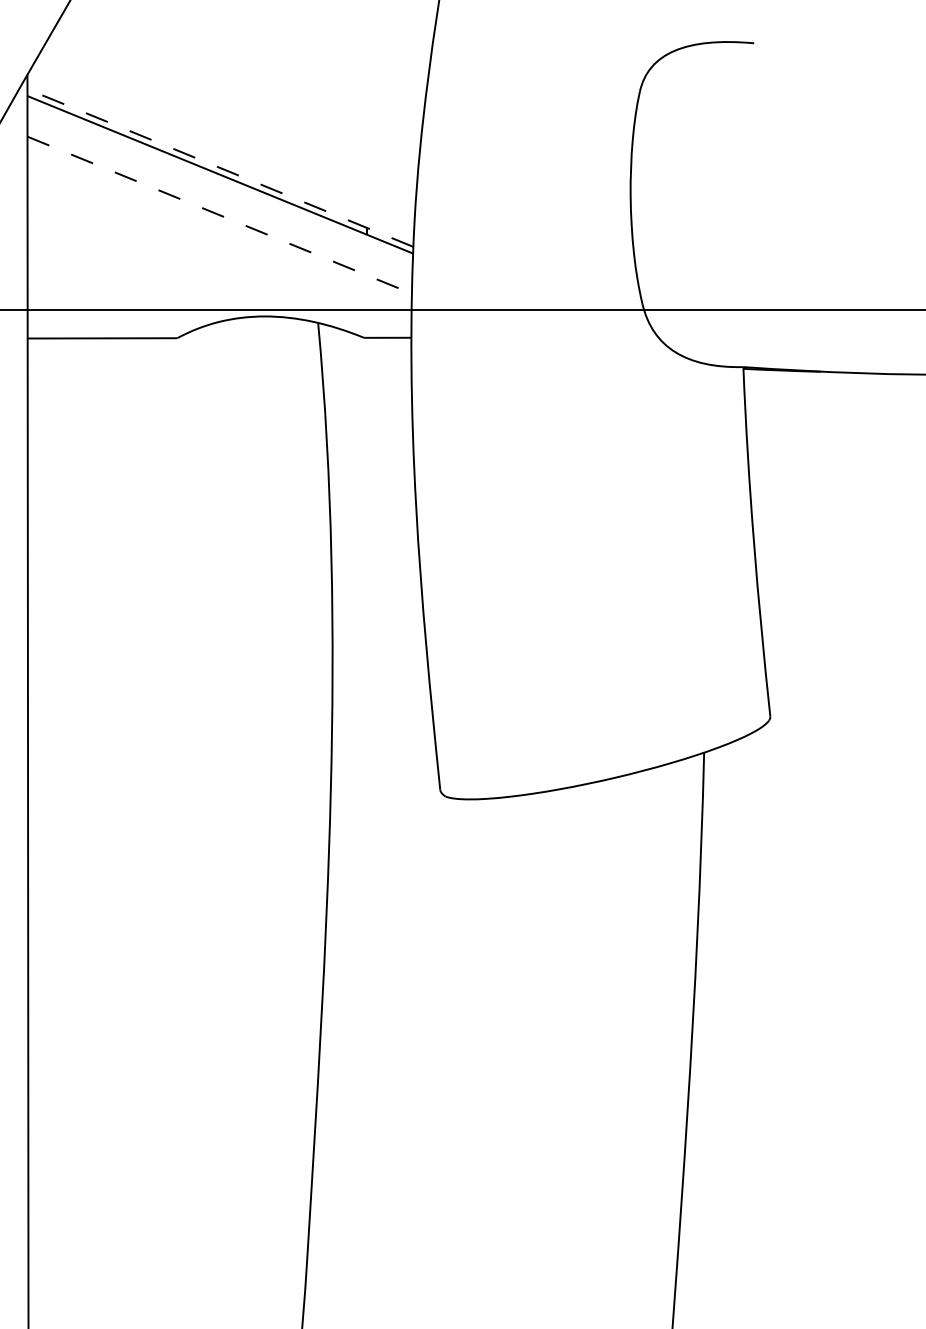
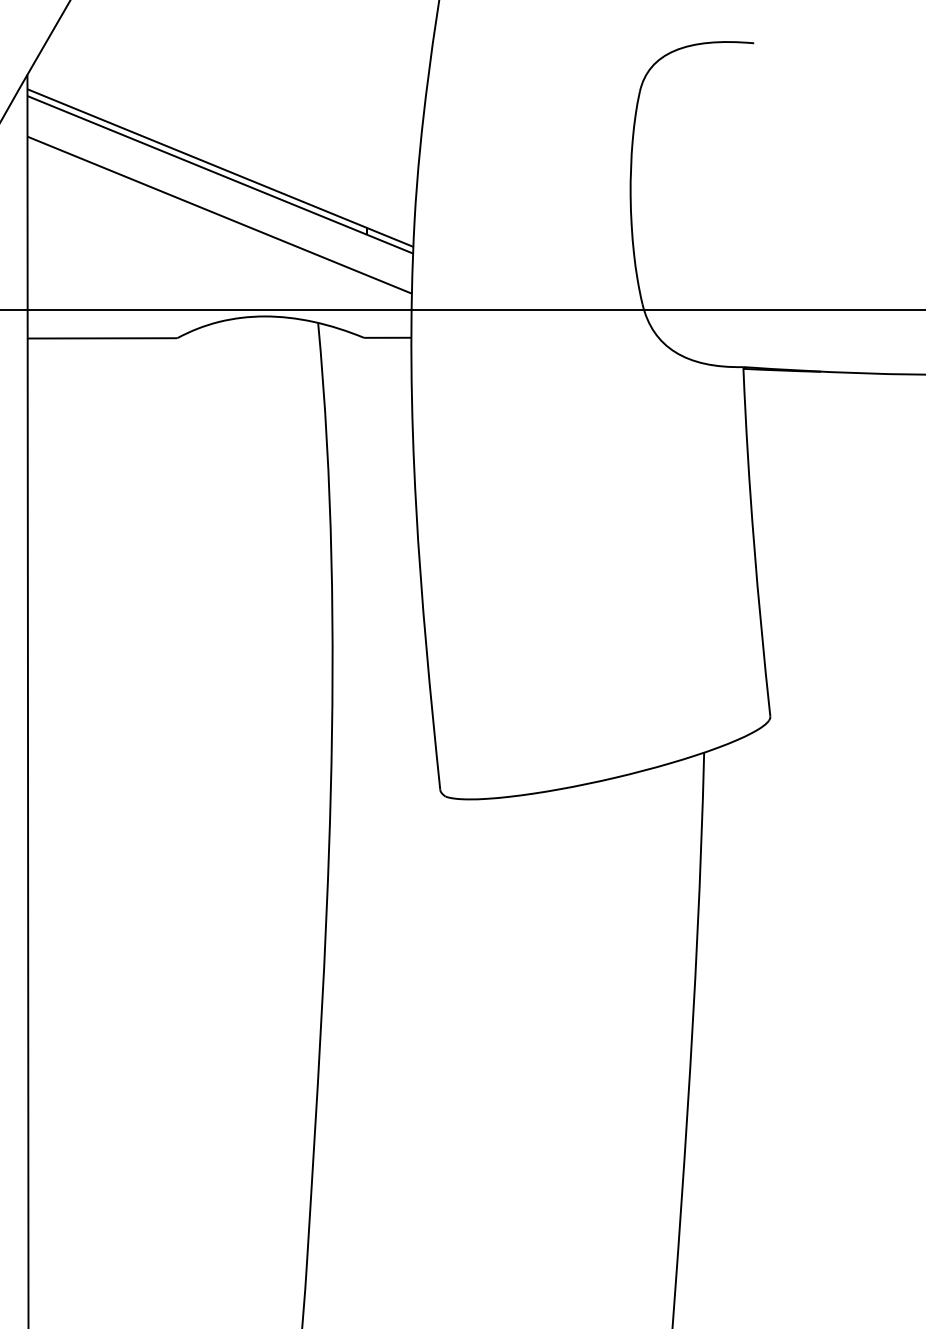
line at (219, 167): dashed -> solid
line at (219, 215): dashed -> solid
